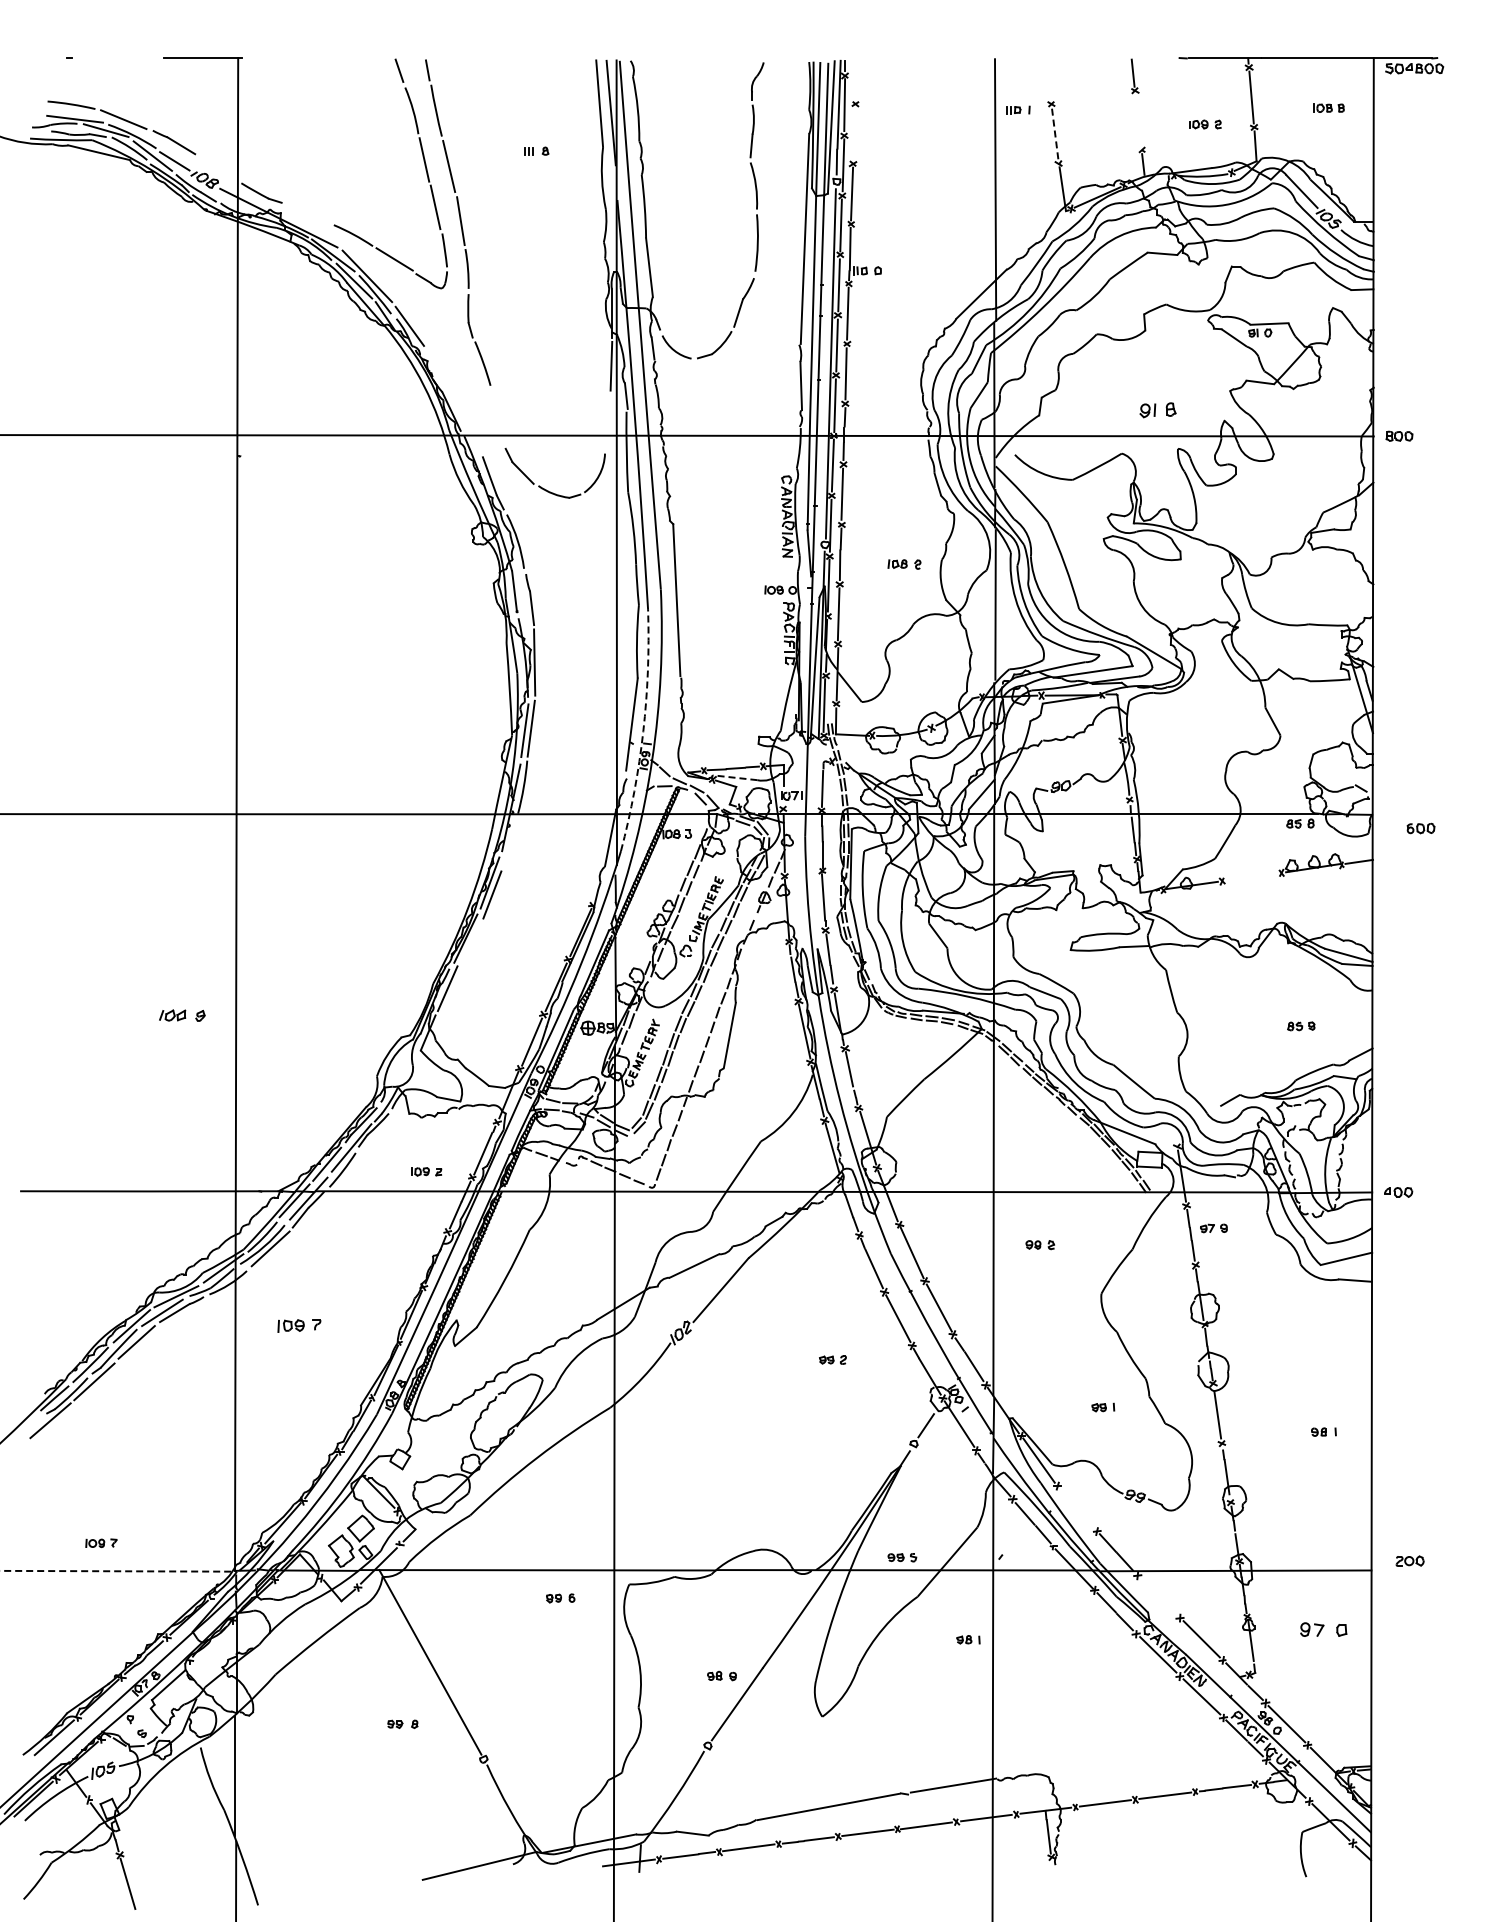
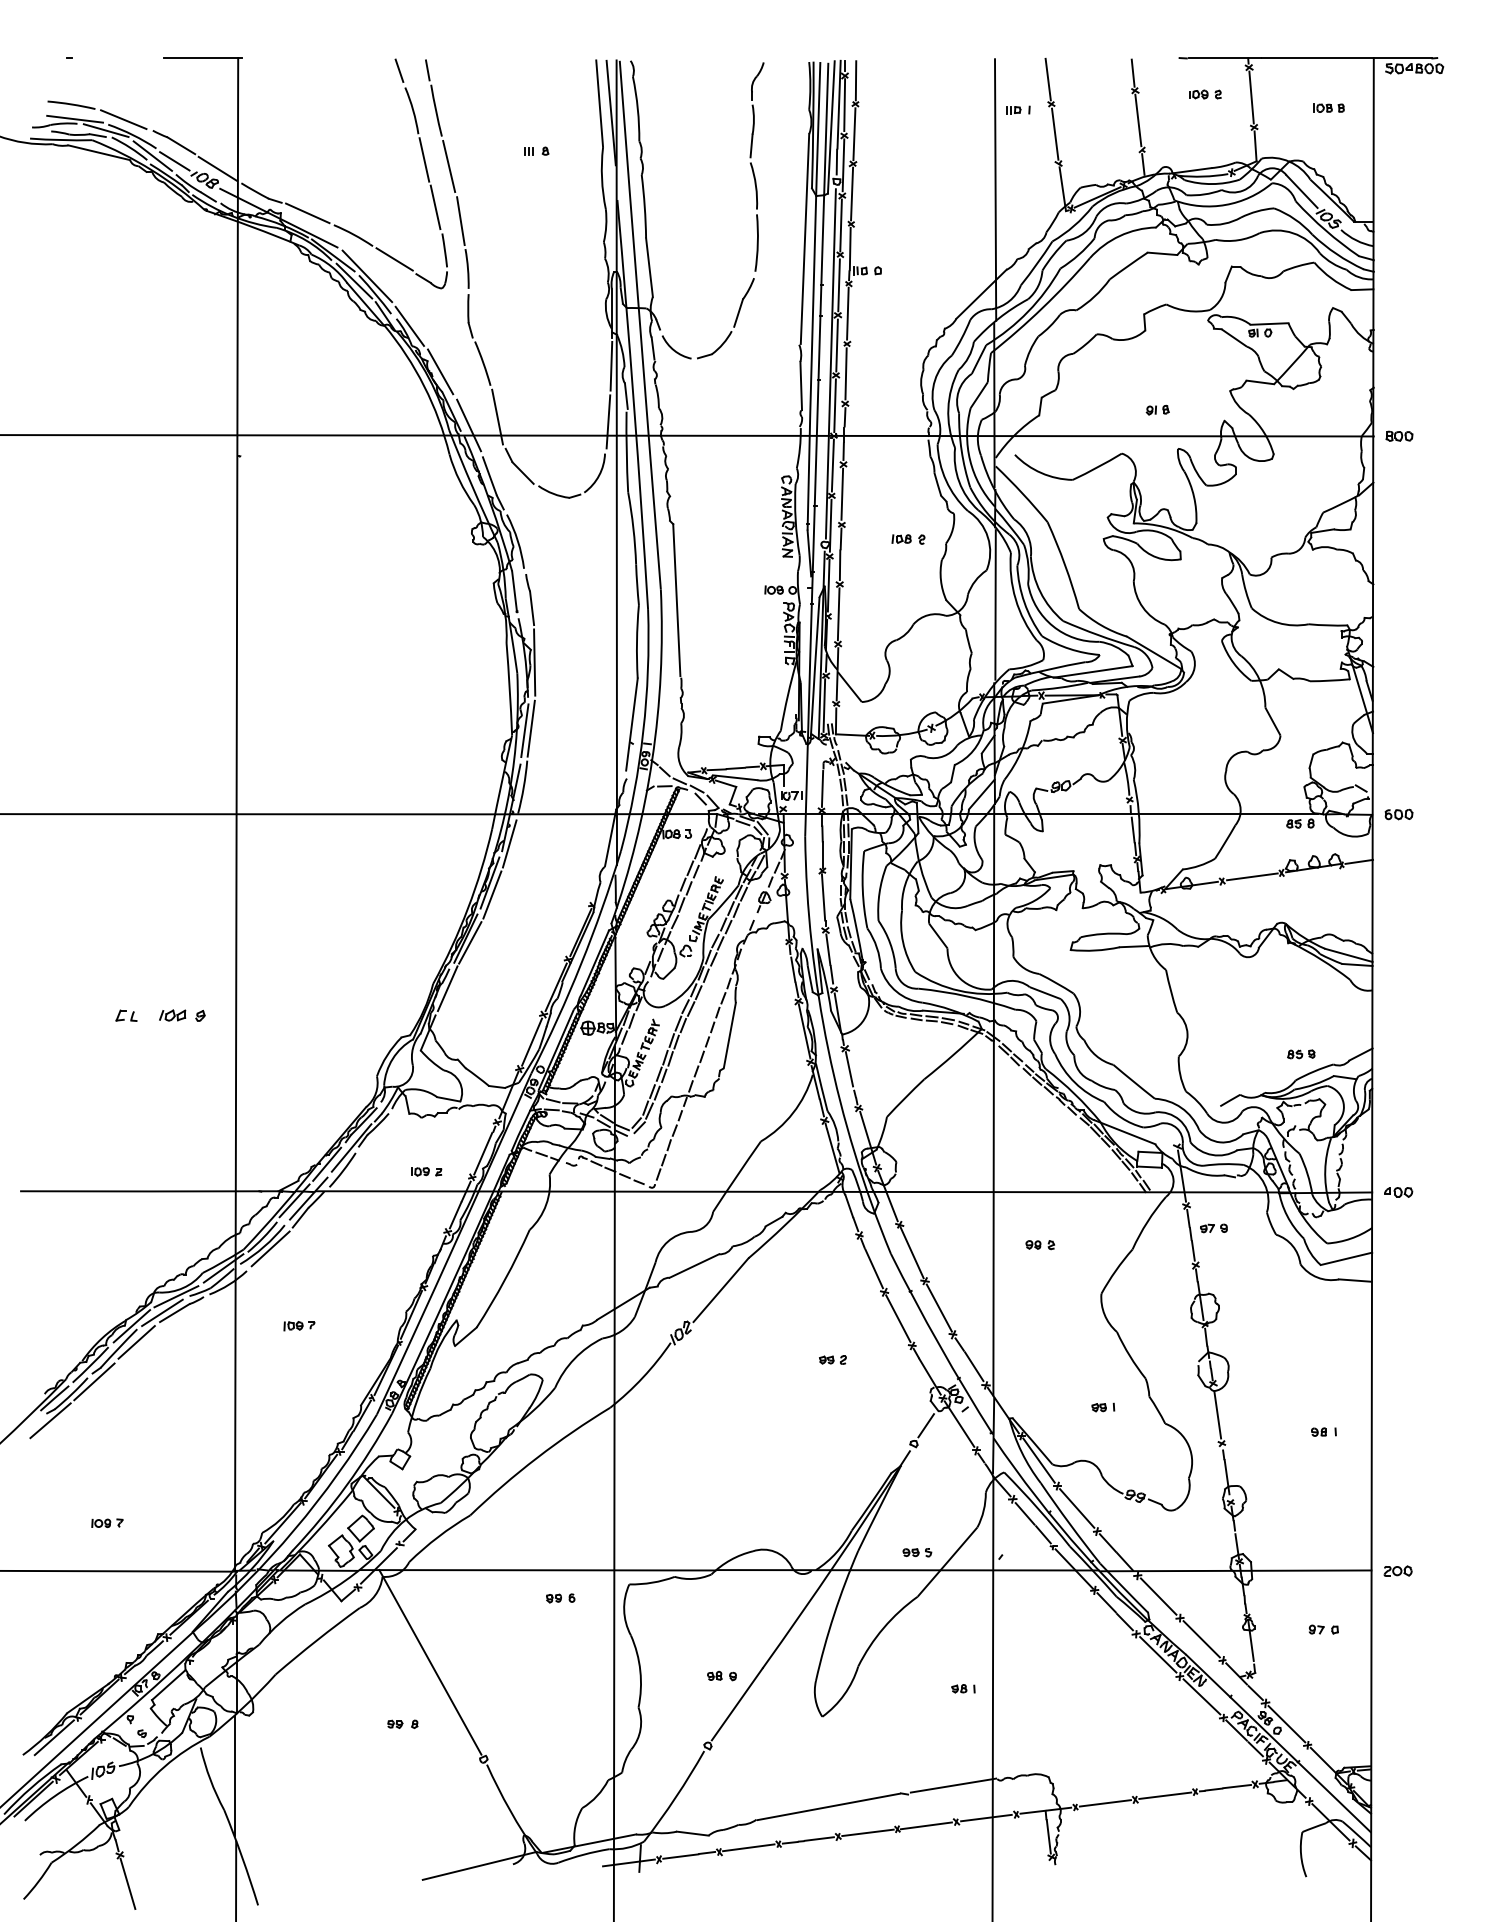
line at (1047, 79): none -> present
line at (855, 80): none -> present
line at (1138, 120): none -> present
part at (1205, 124) position: (1205, 124) -> (1205, 94)
line at (854, 134): none -> present
line at (1055, 134): dashed -> solid
line at (217, 168): none -> present
line at (307, 213): none -> present
line at (440, 371): none -> present
part at (1157, 410) size: 38x17 px -> 25x12 px
line at (497, 416): none -> present
line at (608, 421): none -> present
line at (469, 425): none -> present
part at (904, 564) position: (904, 564) -> (908, 539)
arc at (643, 731): dashed -> solid
line at (734, 777): dashed -> solid
part at (1420, 828) position: (1420, 828) -> (1398, 814)
line at (509, 843): none -> present
line at (1252, 876): none -> present
line at (470, 942): none -> present
part at (126, 1015): none -> present
part at (1301, 1026) position: (1301, 1026) -> (1301, 1054)
part at (299, 1325) size: 45x14 px -> 33x11 px
line at (1076, 1508): none -> present
part at (101, 1542) position: (101, 1542) -> (107, 1522)
part at (902, 1557) position: (902, 1557) -> (917, 1552)
part at (1409, 1560) position: (1409, 1560) -> (1397, 1570)
line at (119, 1571): dashed -> solid
line at (1158, 1596): none -> present
part at (1323, 1629) size: 48x15 px -> 30x11 px
part at (968, 1639) position: (968, 1639) -> (963, 1688)
